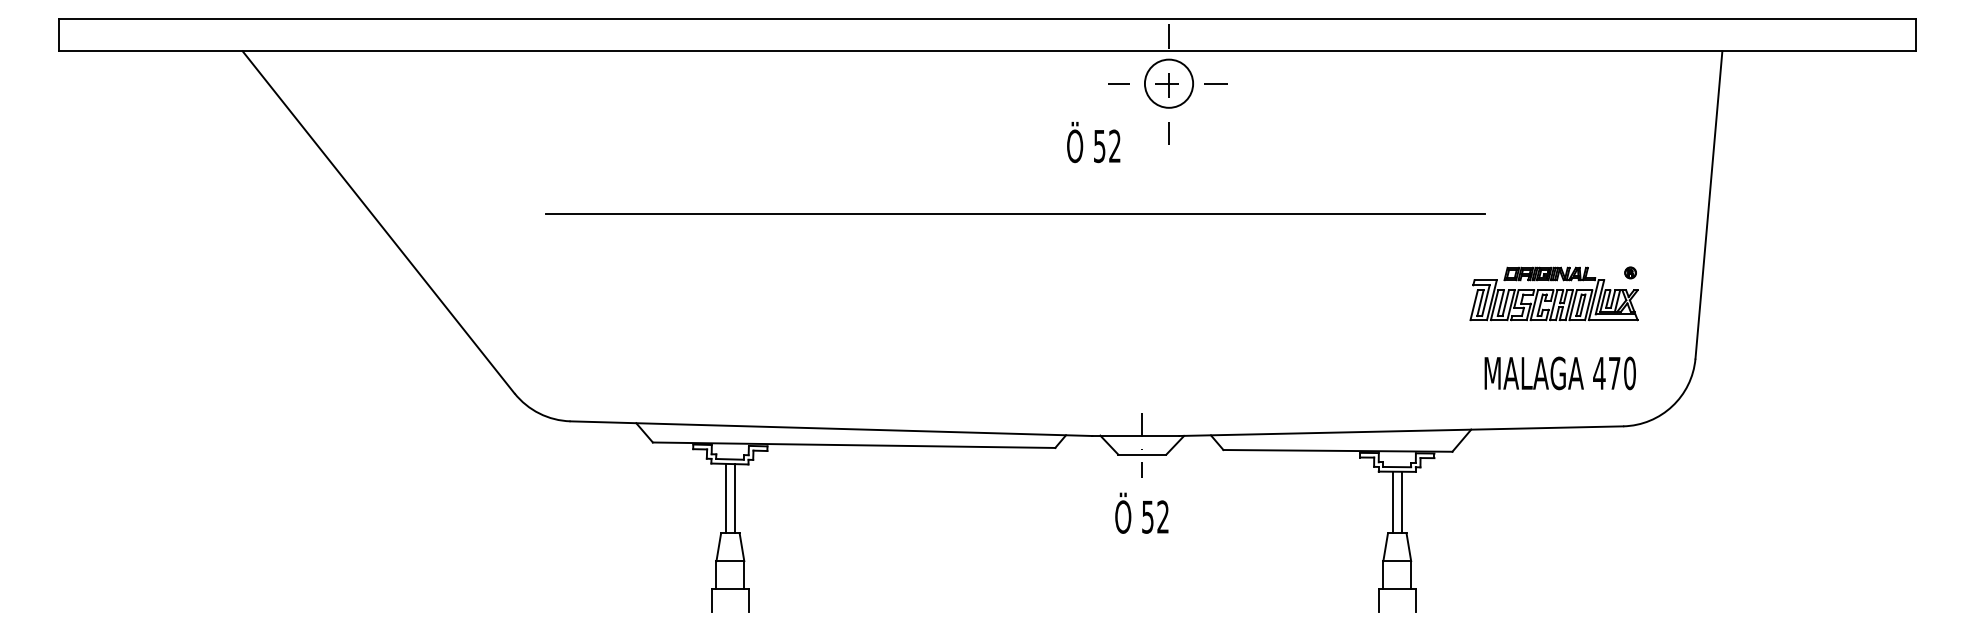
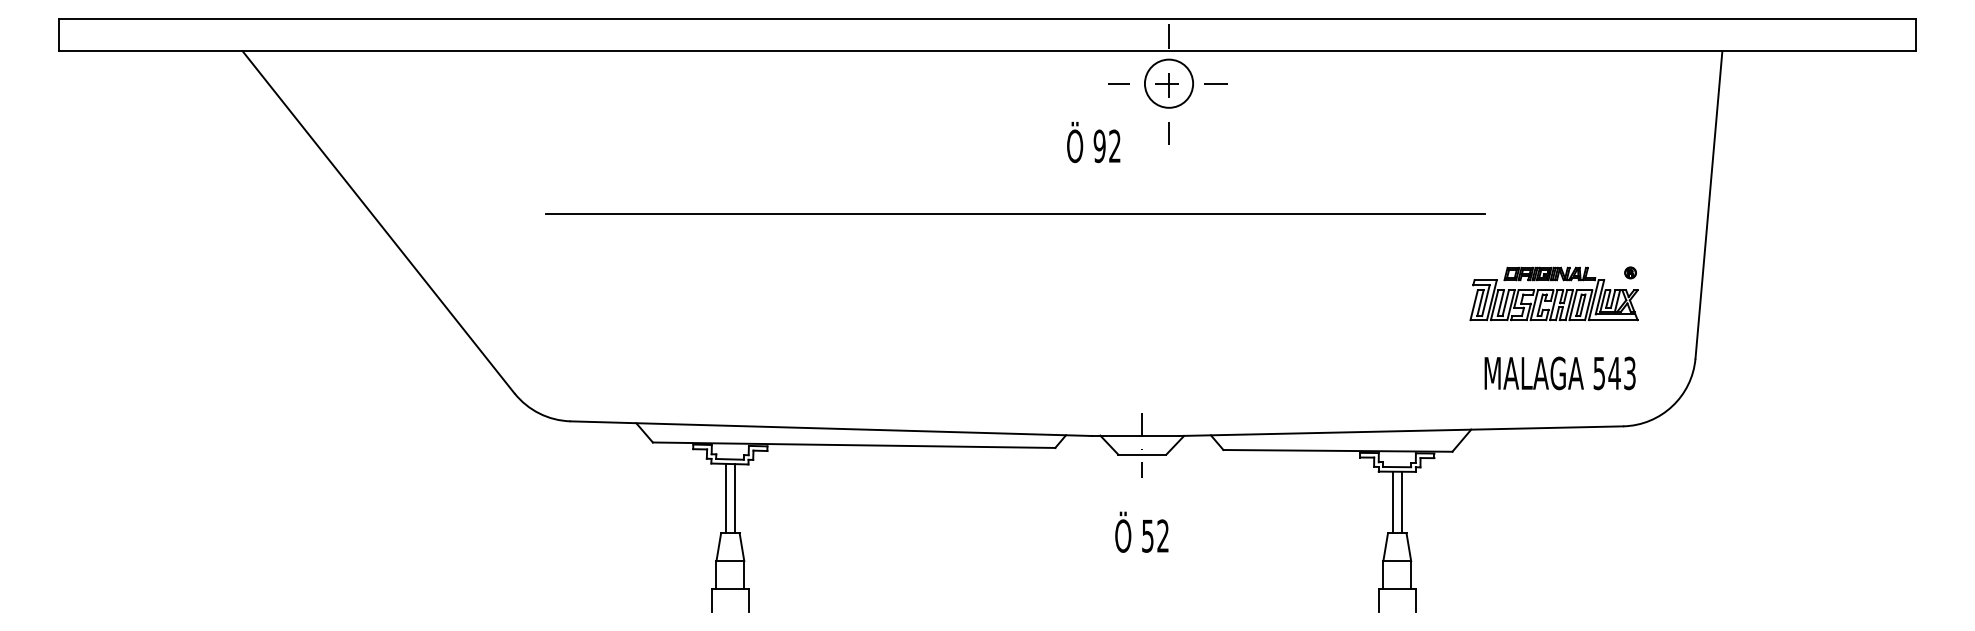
text at (1099, 145): 52 -> 92
text at (1614, 373): 470 -> 543
text at (1141, 512) position: (1141, 512) -> (1141, 531)
